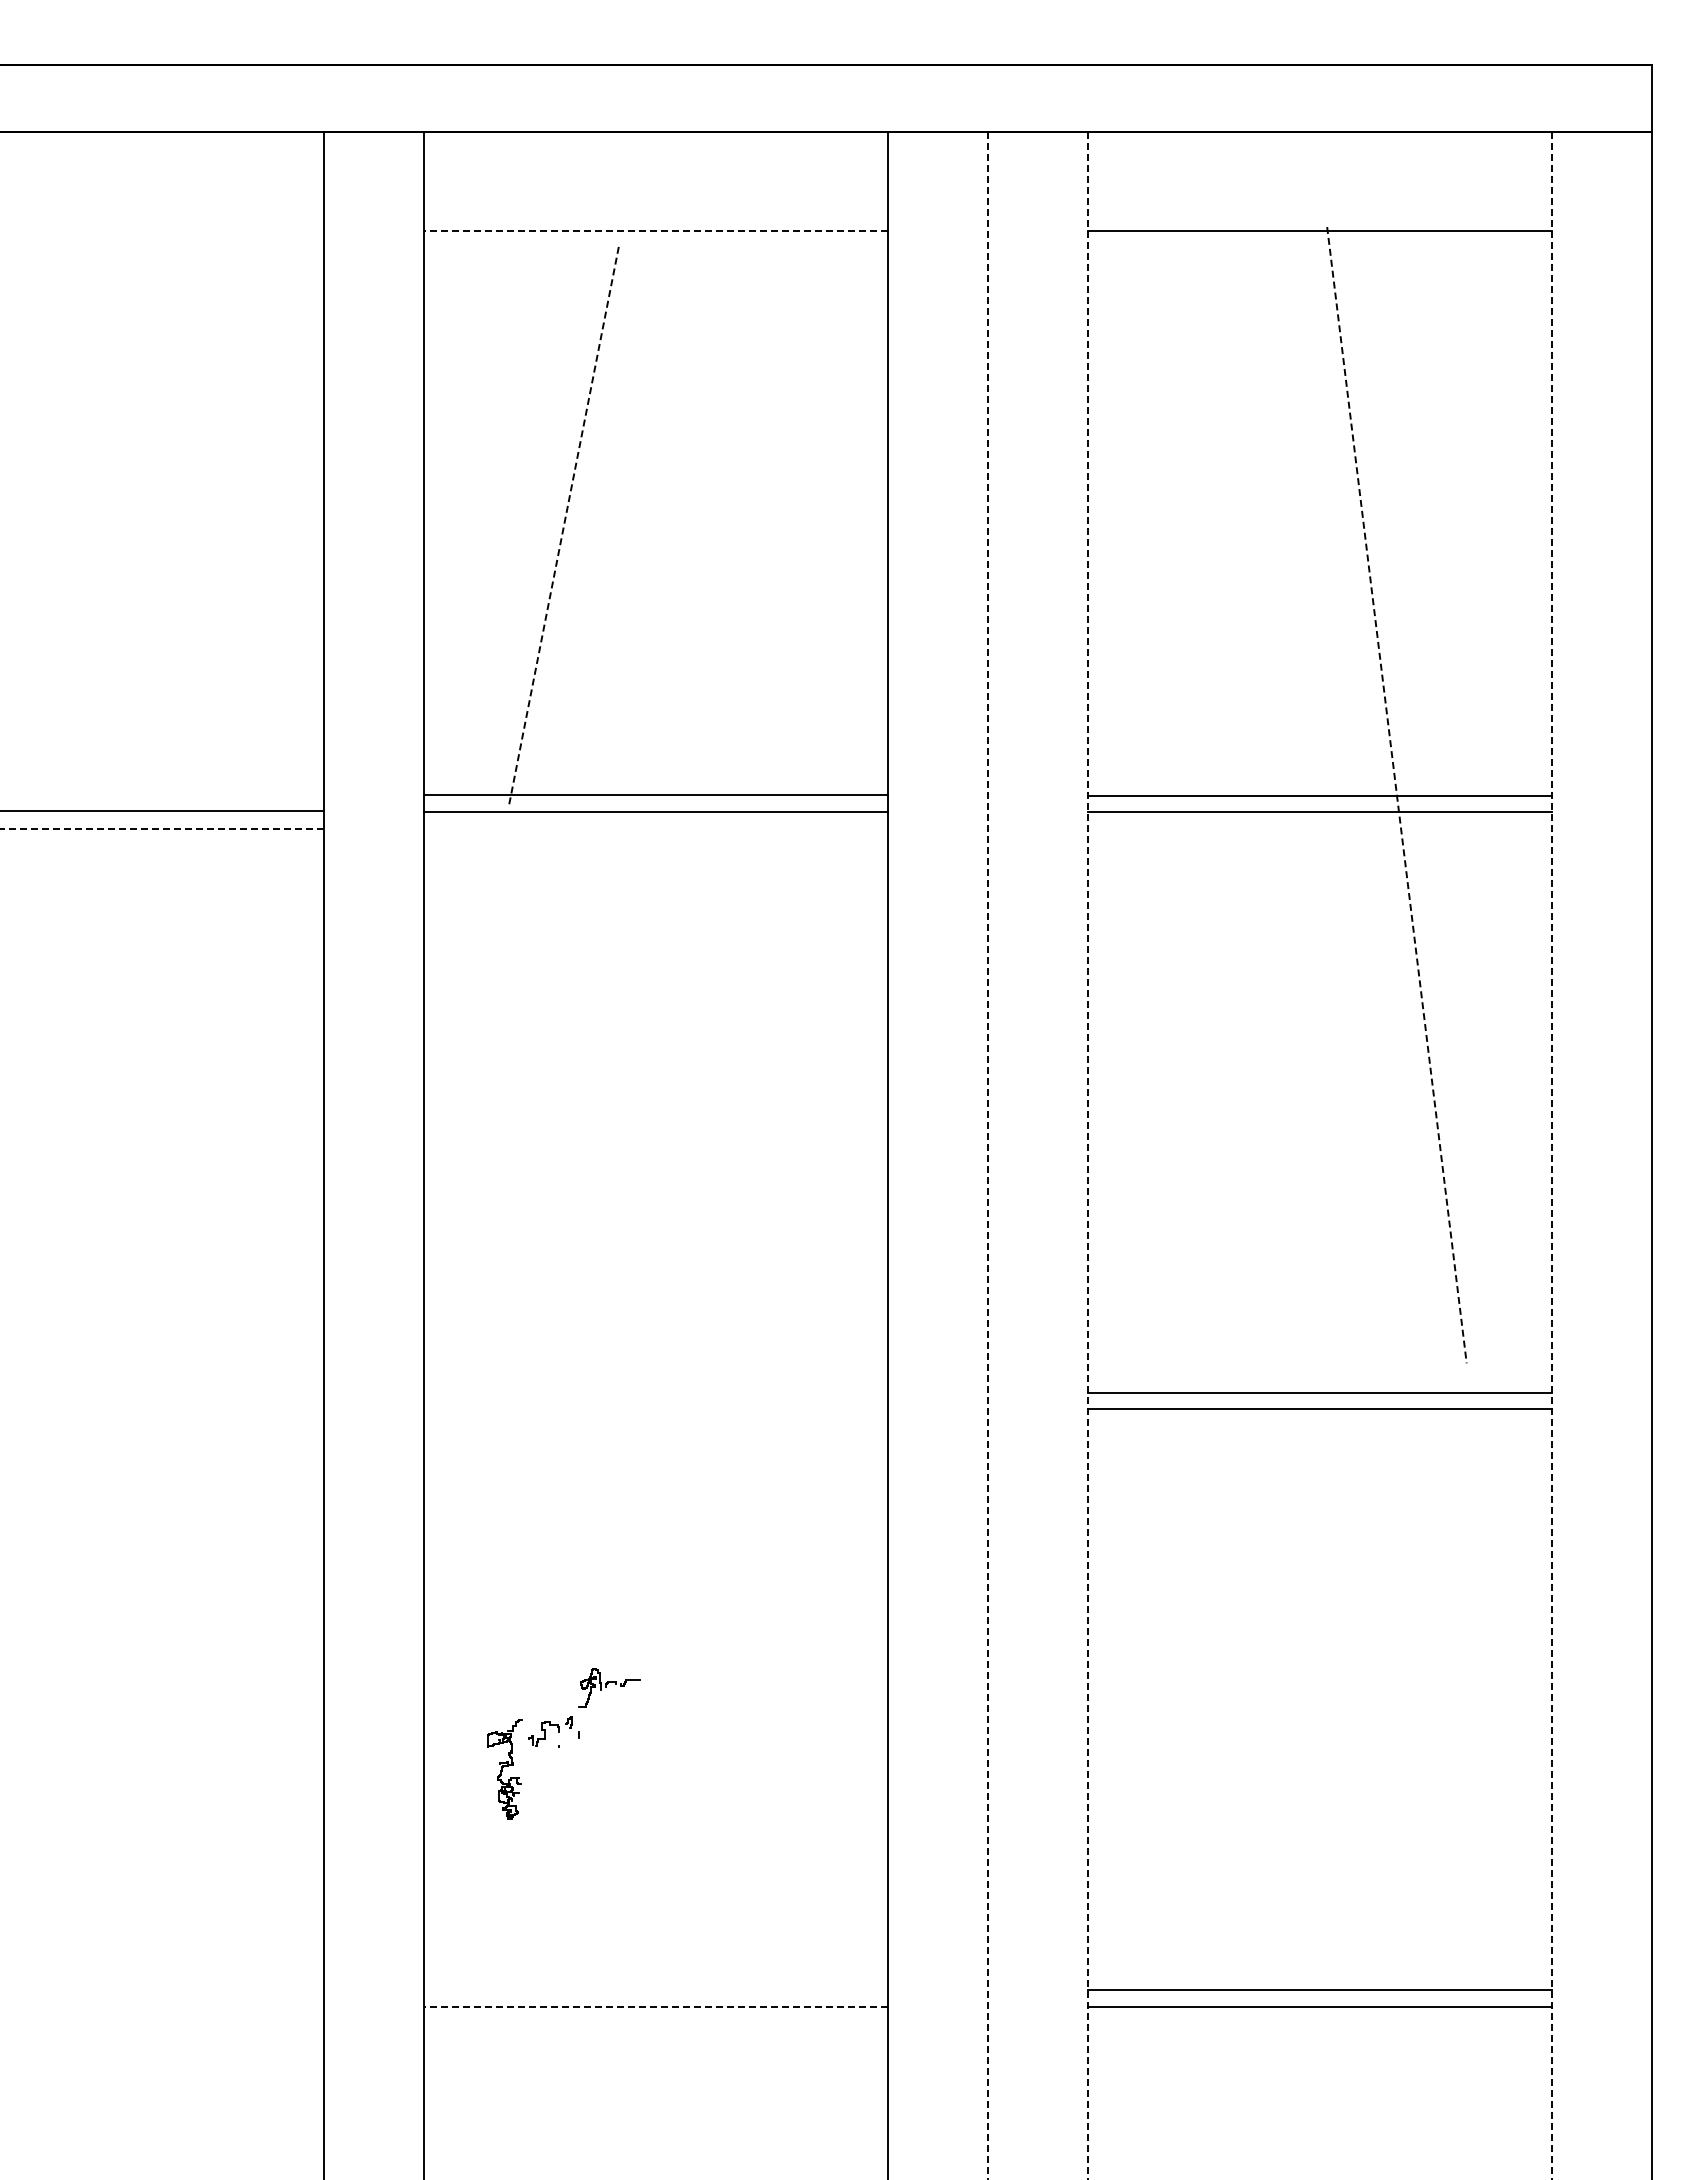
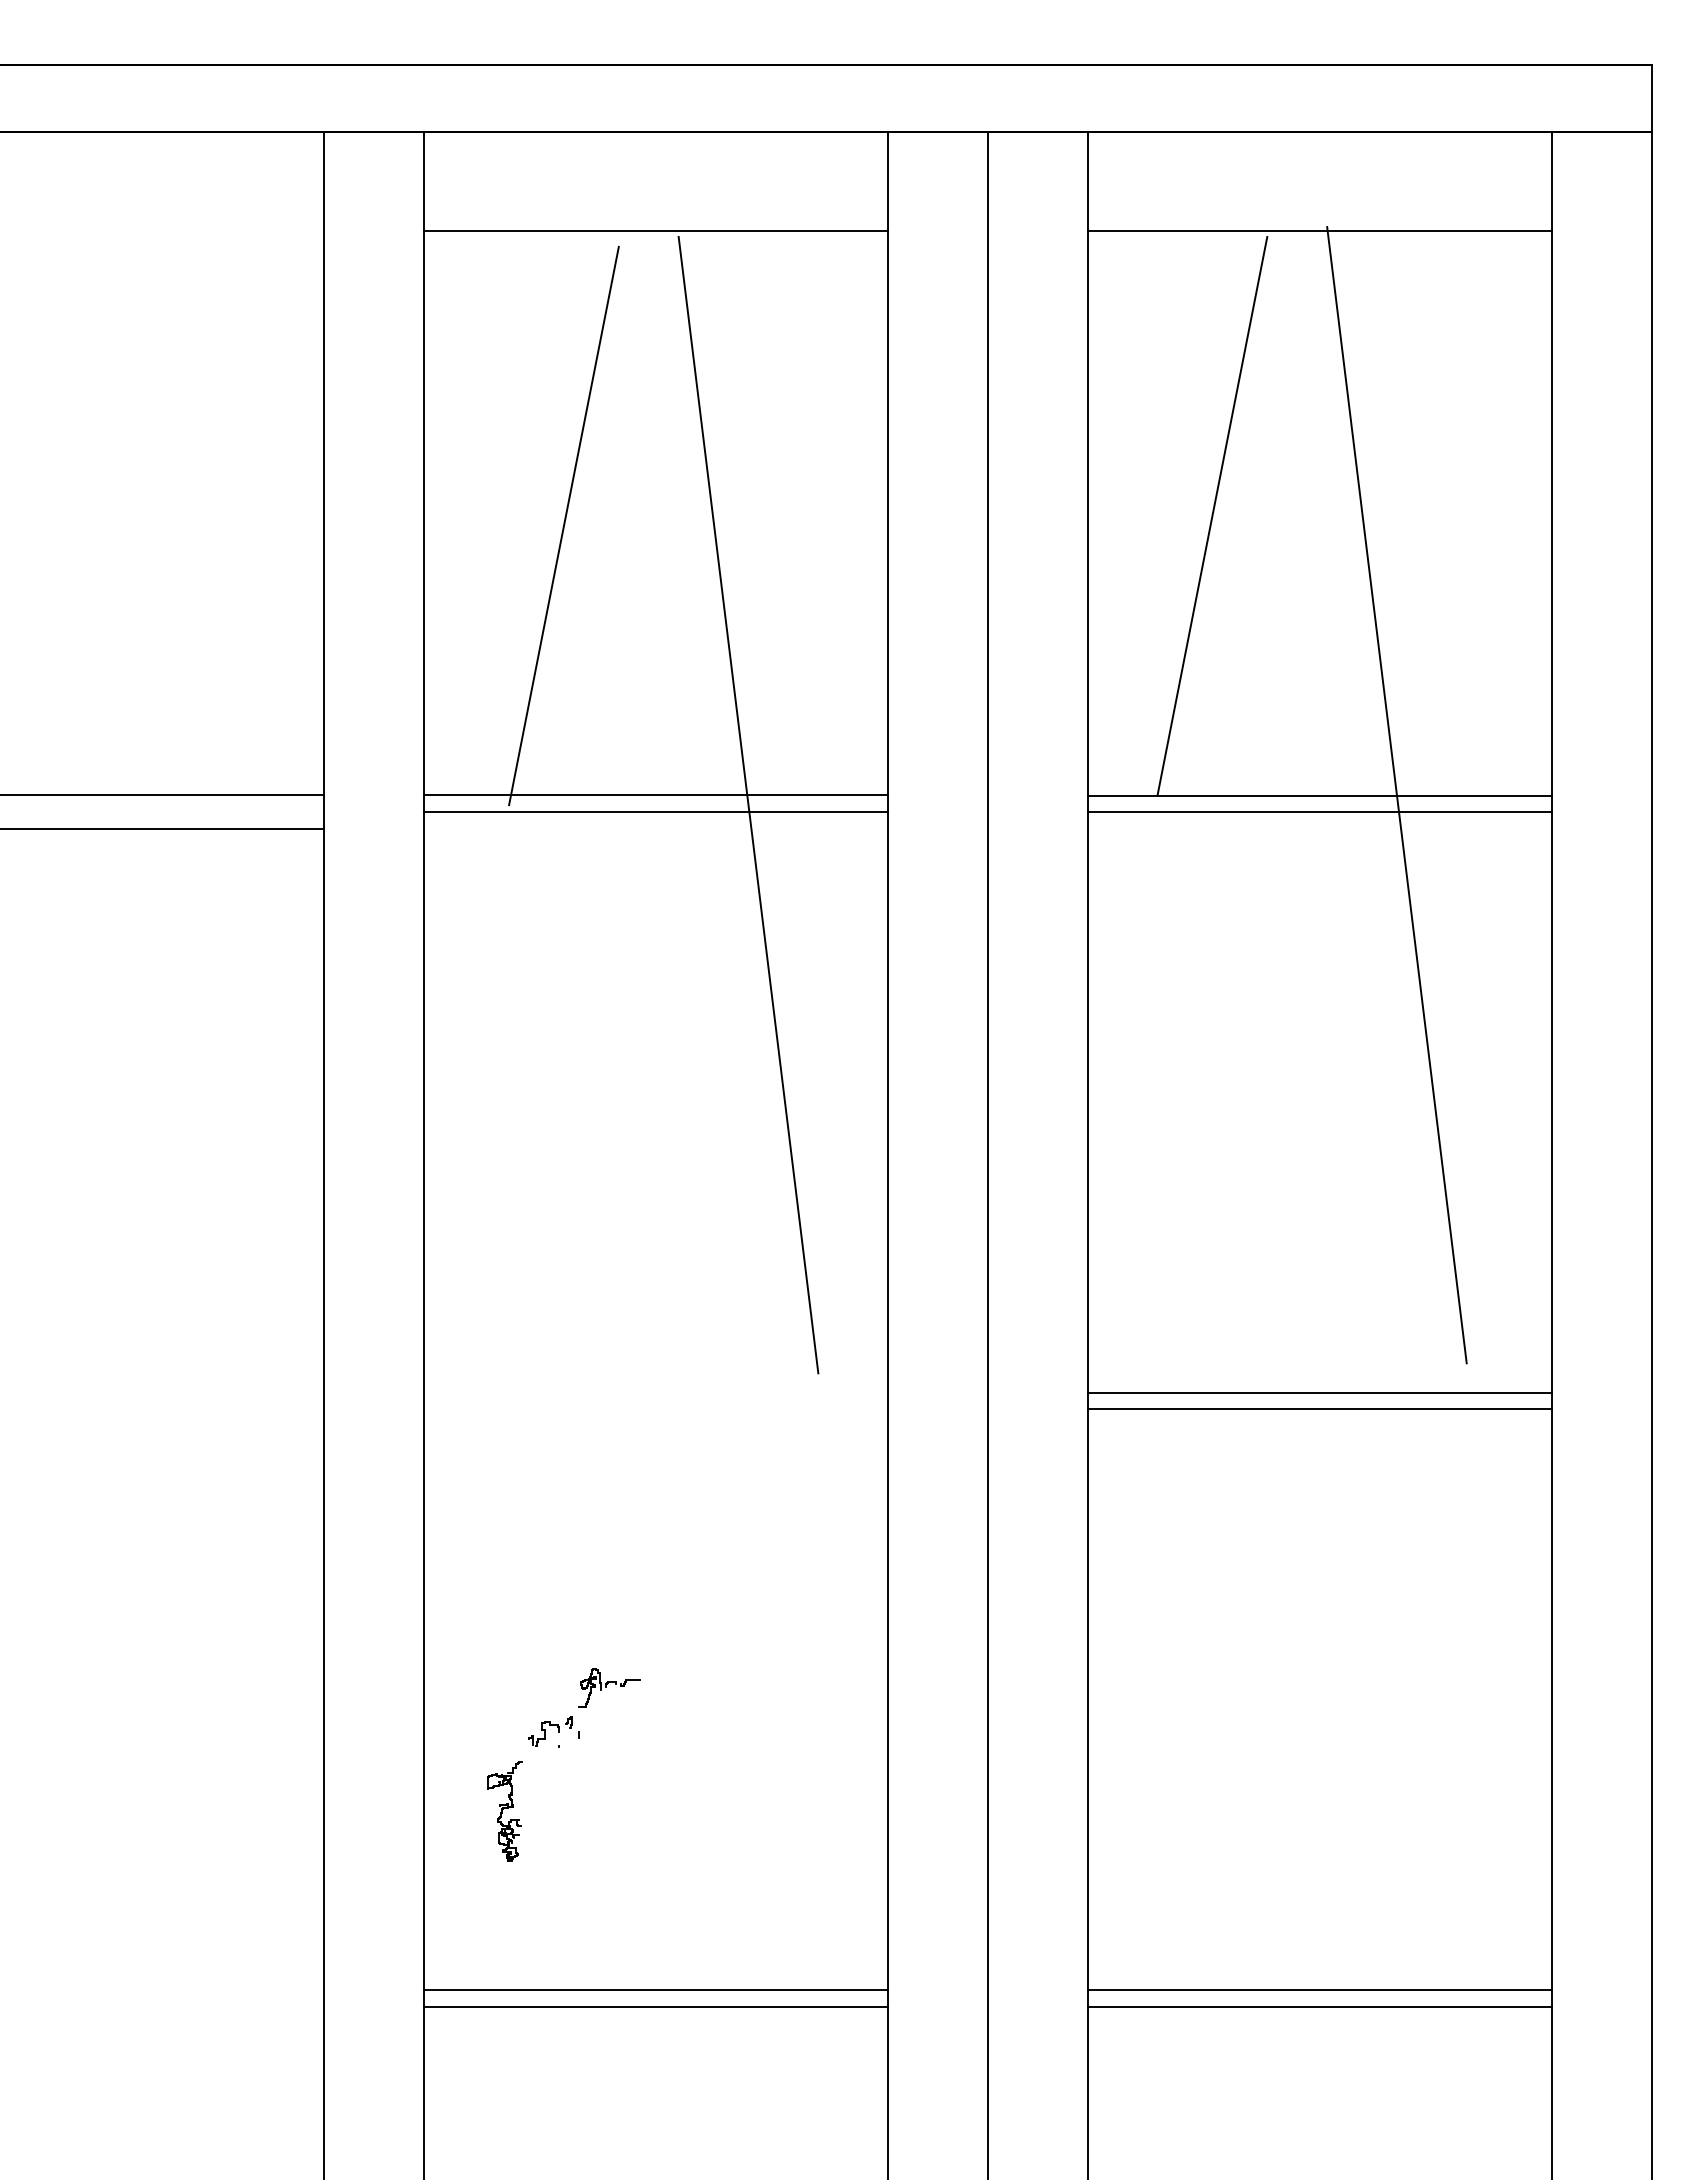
line at (655, 231): dashed -> solid
line at (1212, 516): none -> present
line at (563, 526): dashed -> solid
line at (1397, 795): dashed -> solid
line at (748, 804): none -> present
line at (163, 811) position: (163, 811) -> (163, 795)
line at (162, 828): dashed -> solid
line at (987, 1155): dashed -> solid
line at (1087, 1155): dashed -> solid
line at (1552, 1155): dashed -> solid
part at (504, 1769) position: (504, 1769) -> (504, 1811)
line at (655, 1990): none -> present
line at (655, 2006): dashed -> solid
